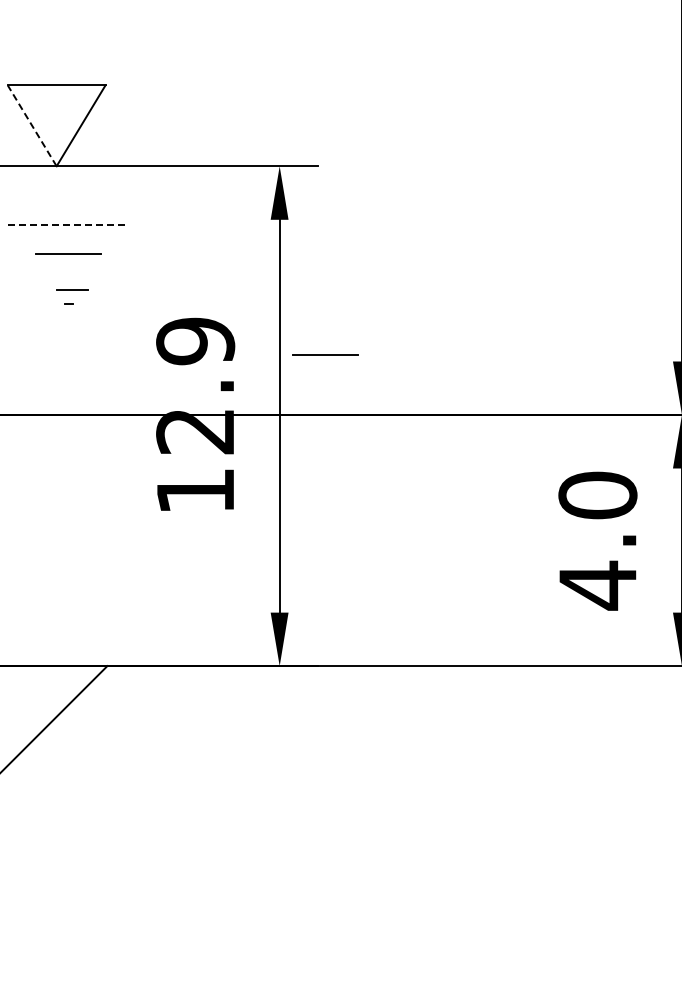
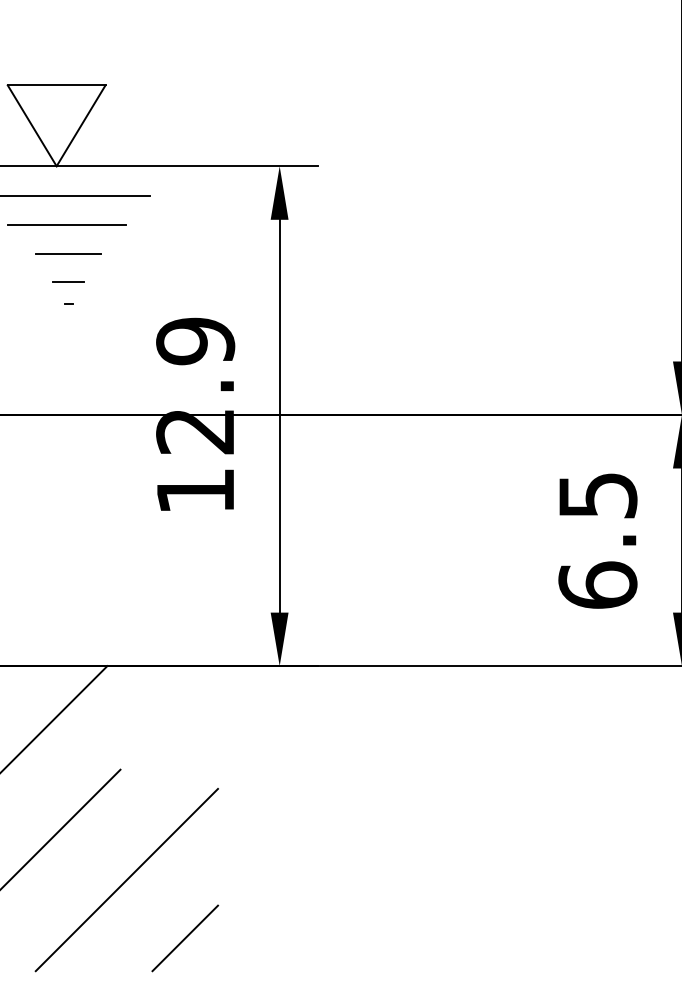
line at (31, 125): dashed -> solid
line at (76, 196): none -> present
line at (67, 225): dashed -> solid
line at (72, 289) position: (72, 289) -> (68, 281)
line at (325, 354): present -> none
text at (597, 540): 4.0 -> 6.5
line at (61, 828): none -> present
line at (126, 879): none -> present
line at (185, 938): none -> present
